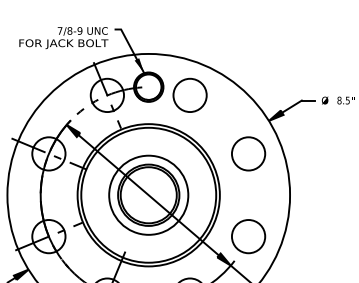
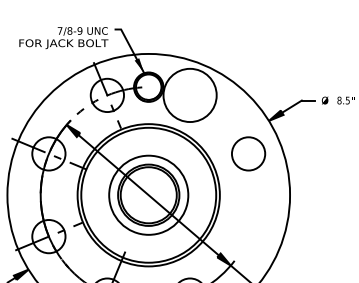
circle at (189, 95) diameter: 33 px -> 53 px
circle at (248, 236): present -> none
